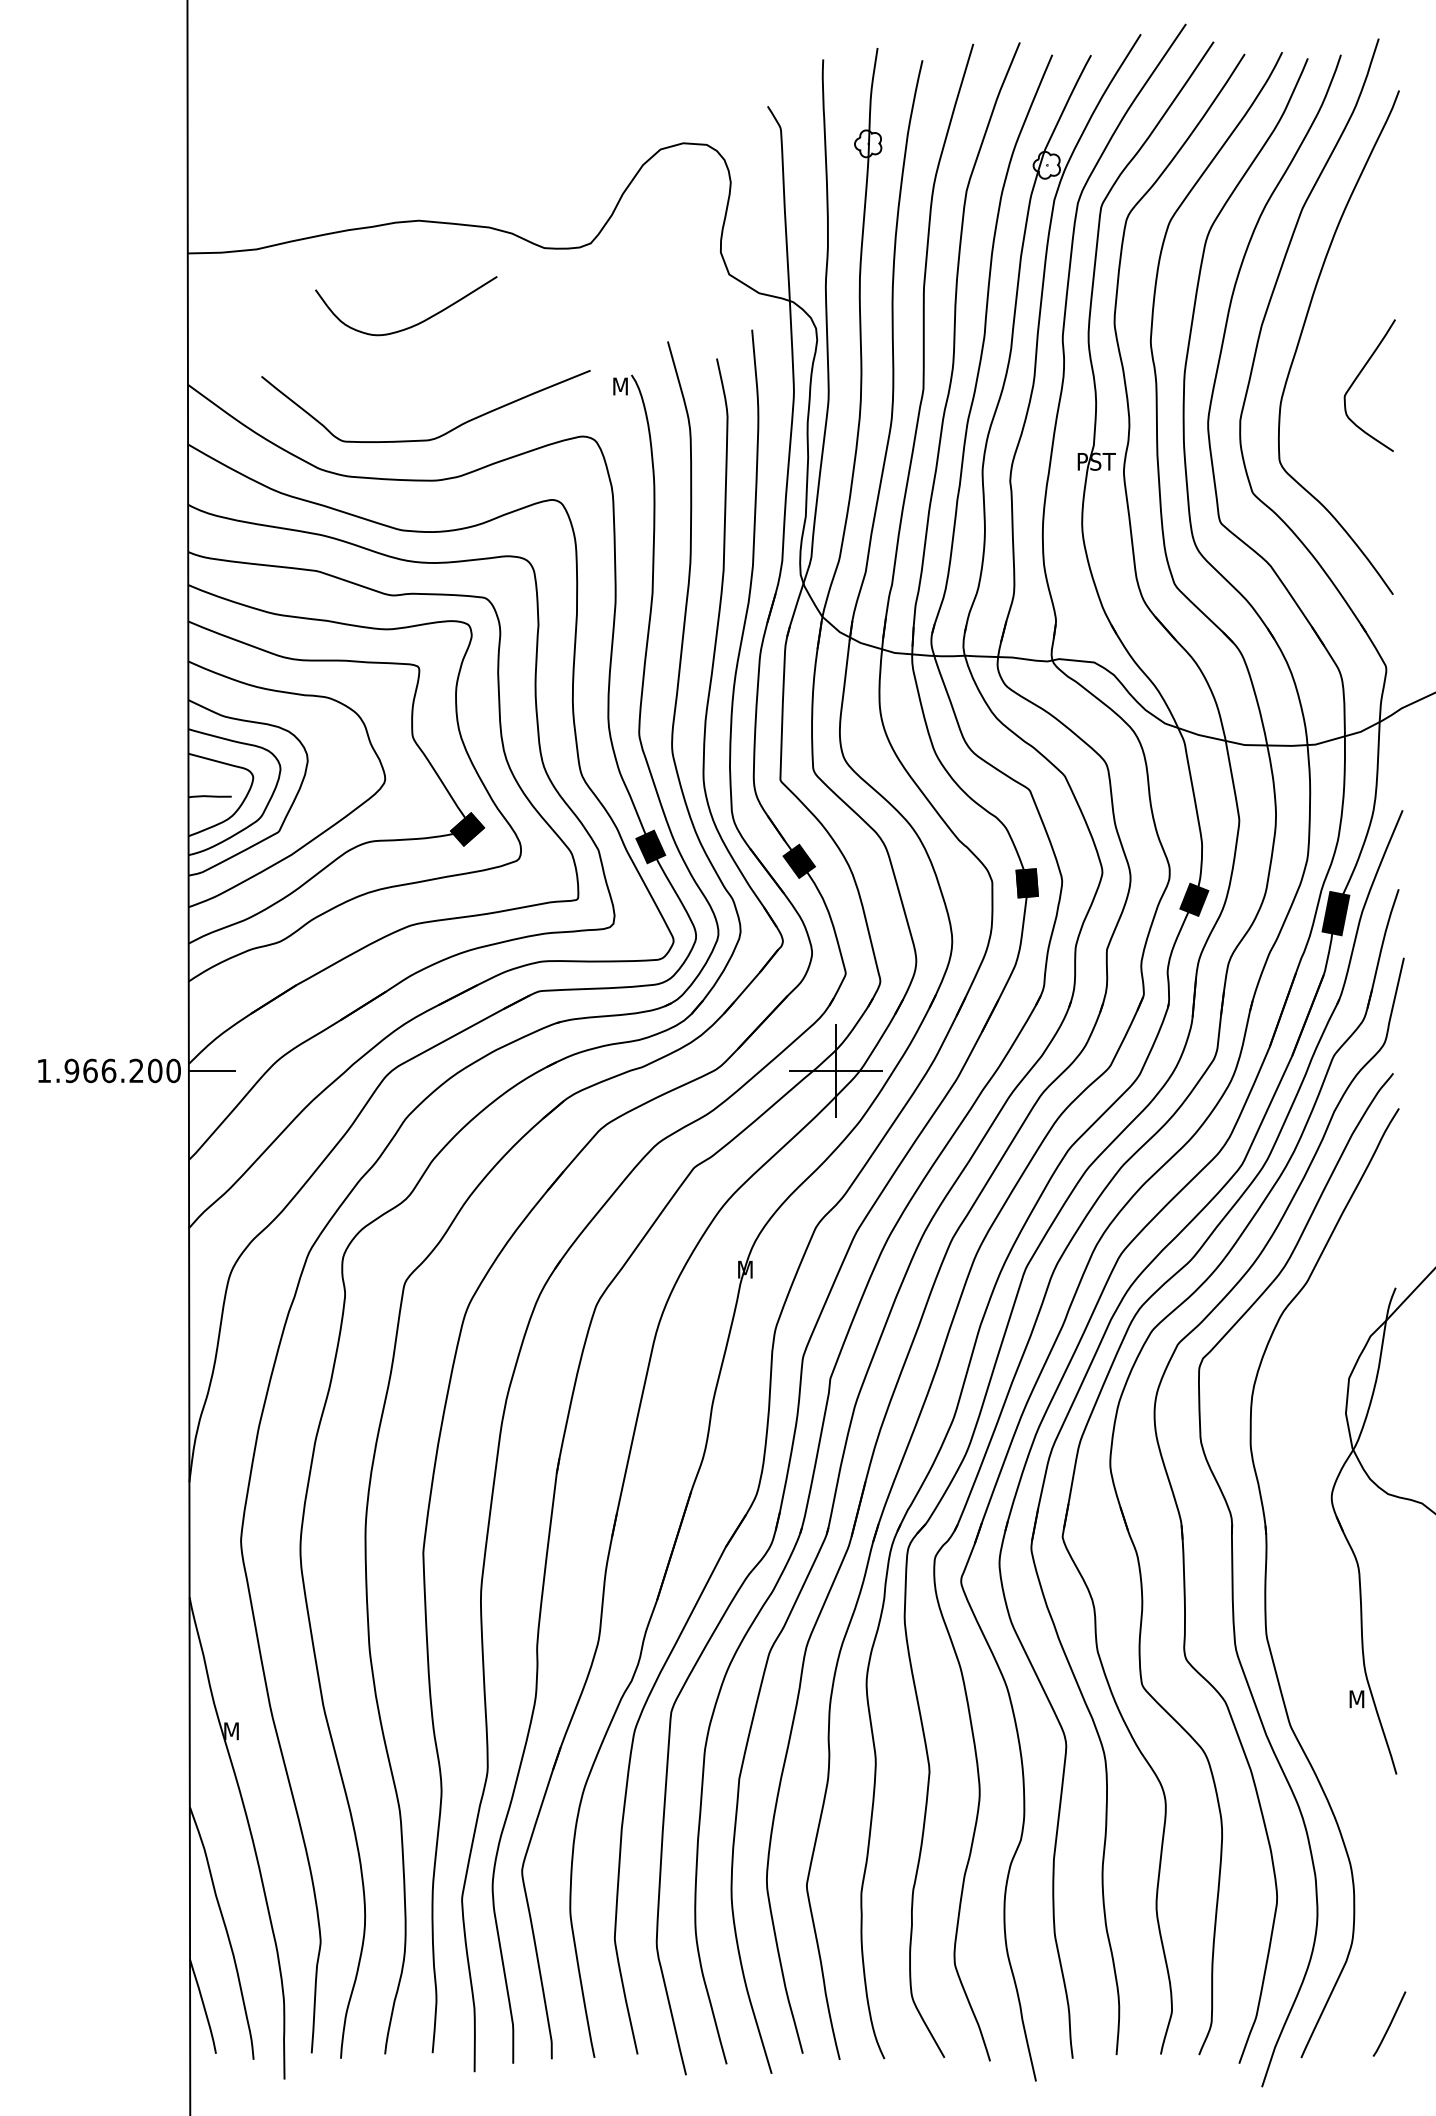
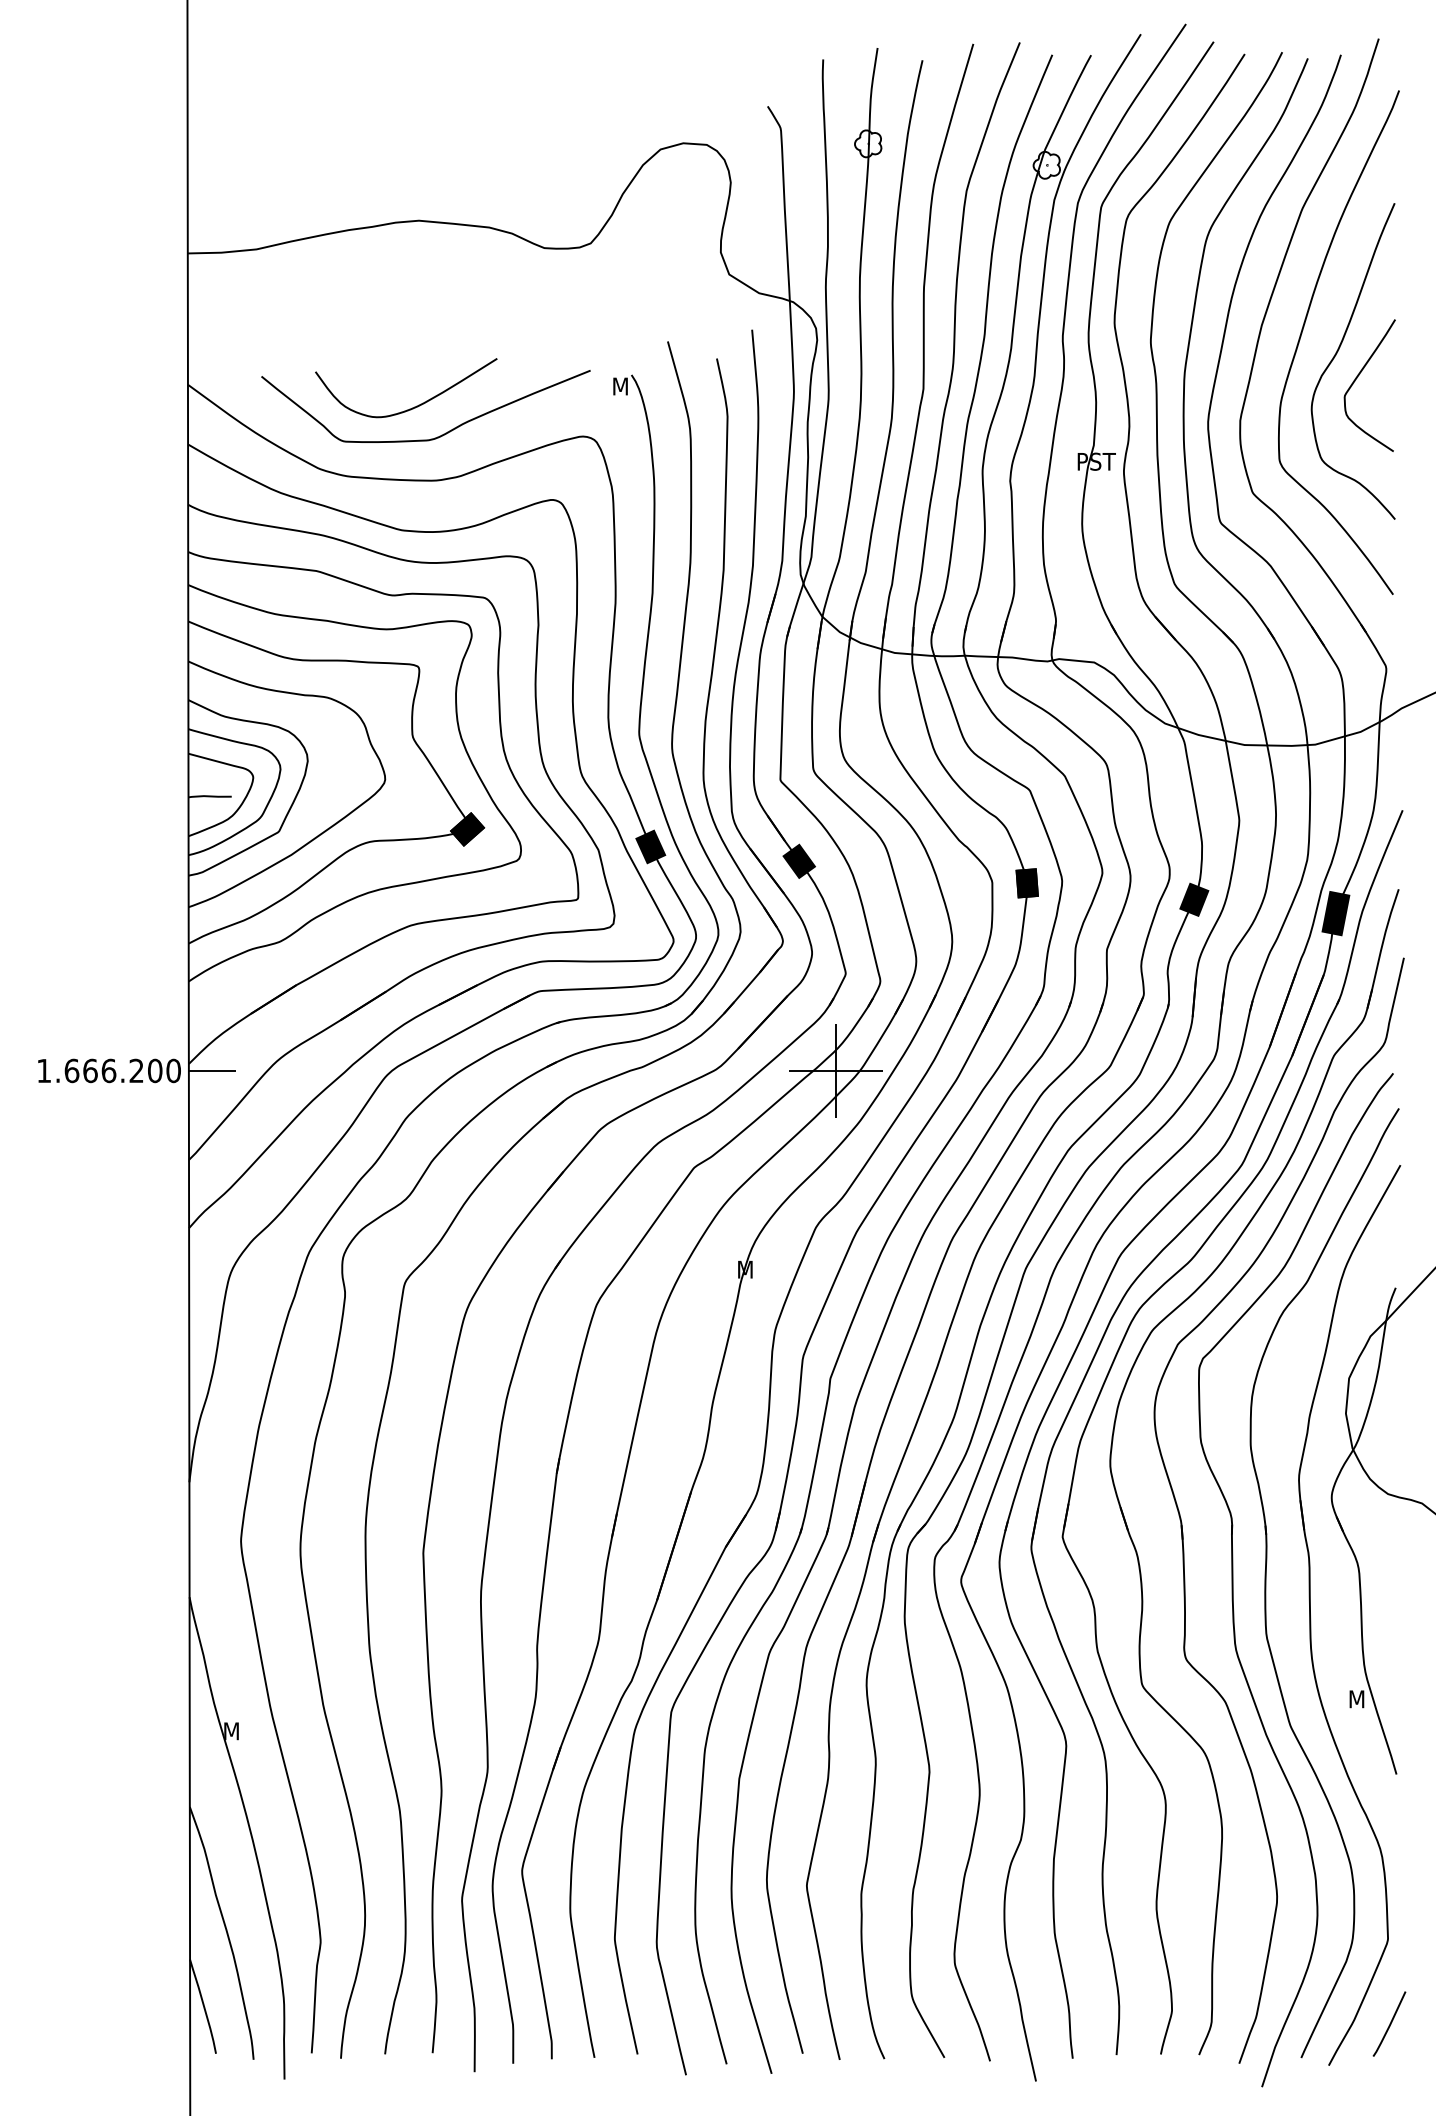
curve at (414, 324) position: (414, 324) -> (414, 406)
curve at (1337, 353): none -> present
text at (71, 1070): 1.966.200 -> 1.666.200
part at (1311, 1618): none -> present
